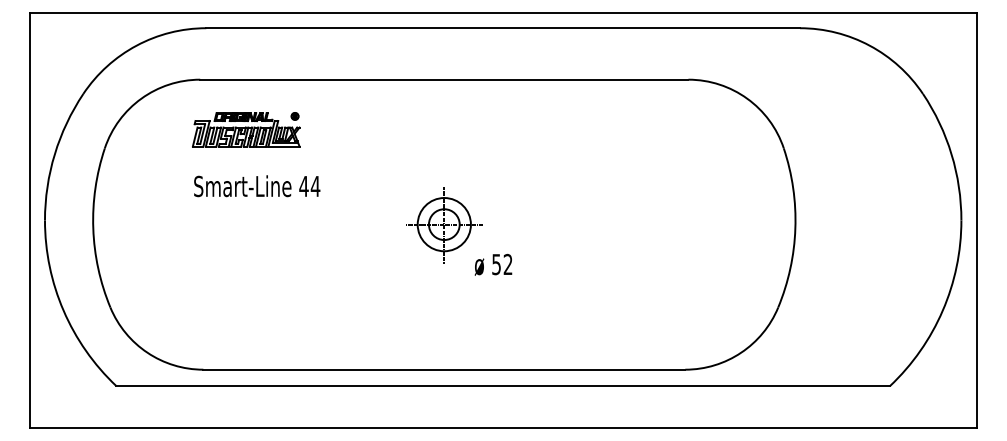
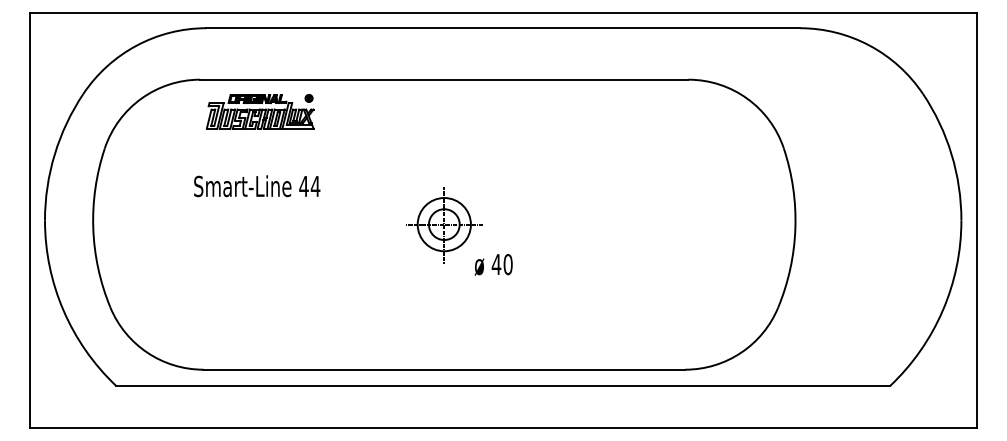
part at (246, 129) position: (246, 129) -> (260, 111)
text at (501, 264): 52 -> 40
